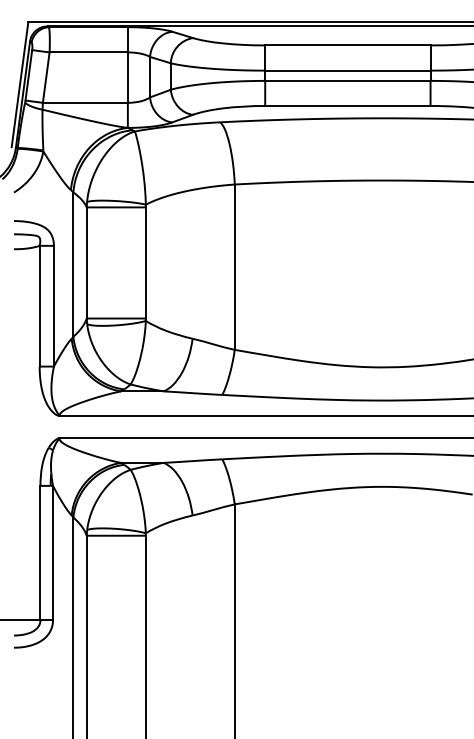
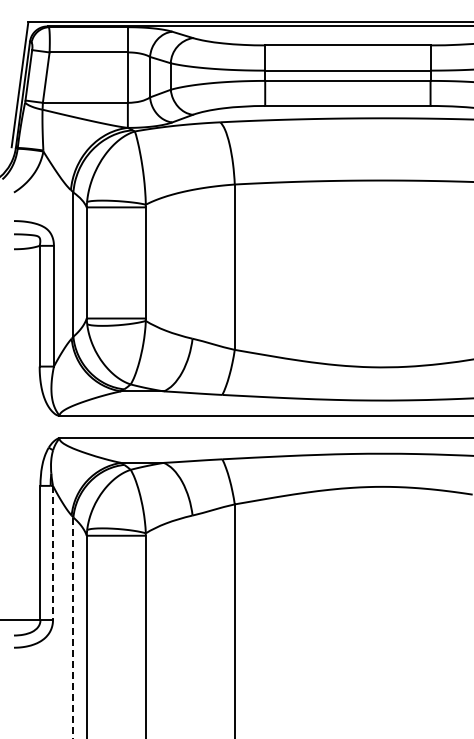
line at (53, 553): solid -> dashed
line at (73, 628): solid -> dashed
